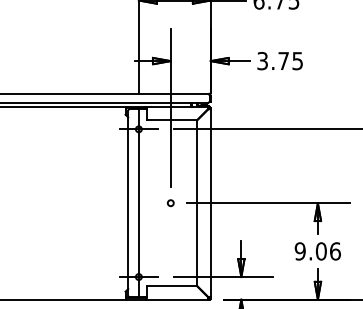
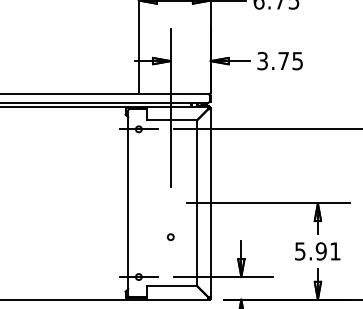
line at (138, 203): present -> none
circle at (170, 203) position: (170, 203) -> (170, 237)
text at (317, 251): 9.06 -> 5.91
